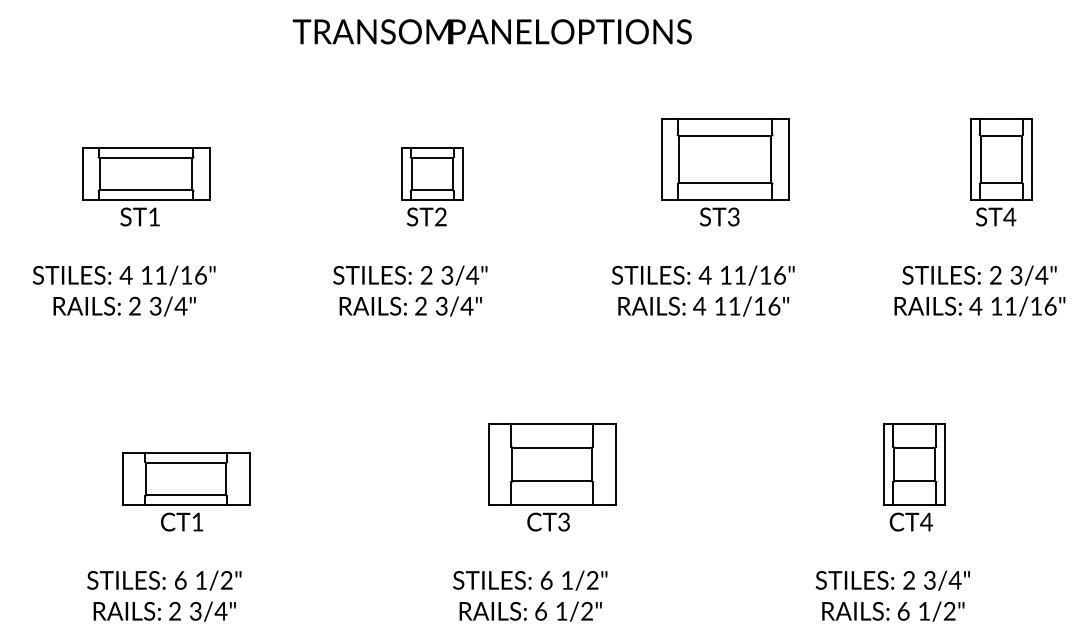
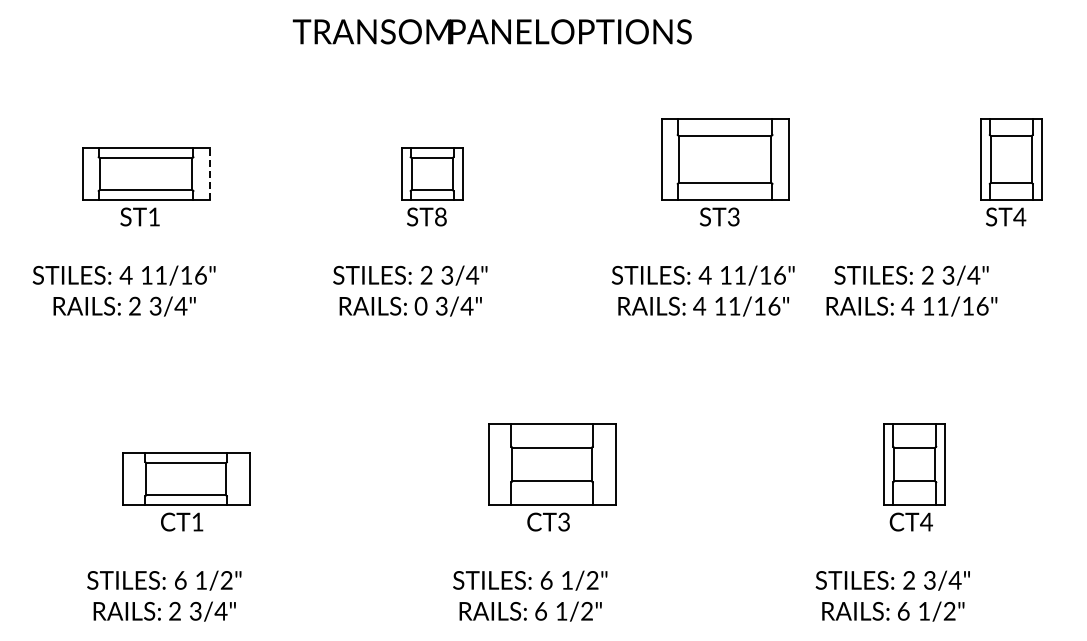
part at (1001, 172) position: (1001, 172) -> (1011, 172)
line at (209, 174): solid -> dashed
text at (440, 217): ST2 -> ST8
text at (979, 290) position: (979, 290) -> (911, 290)
text at (420, 306): 2 -> 0
